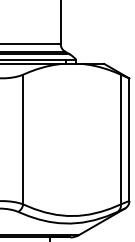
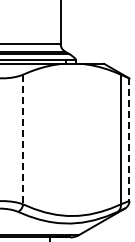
line at (23, 139): solid -> dashed
line at (129, 140): solid -> dashed
